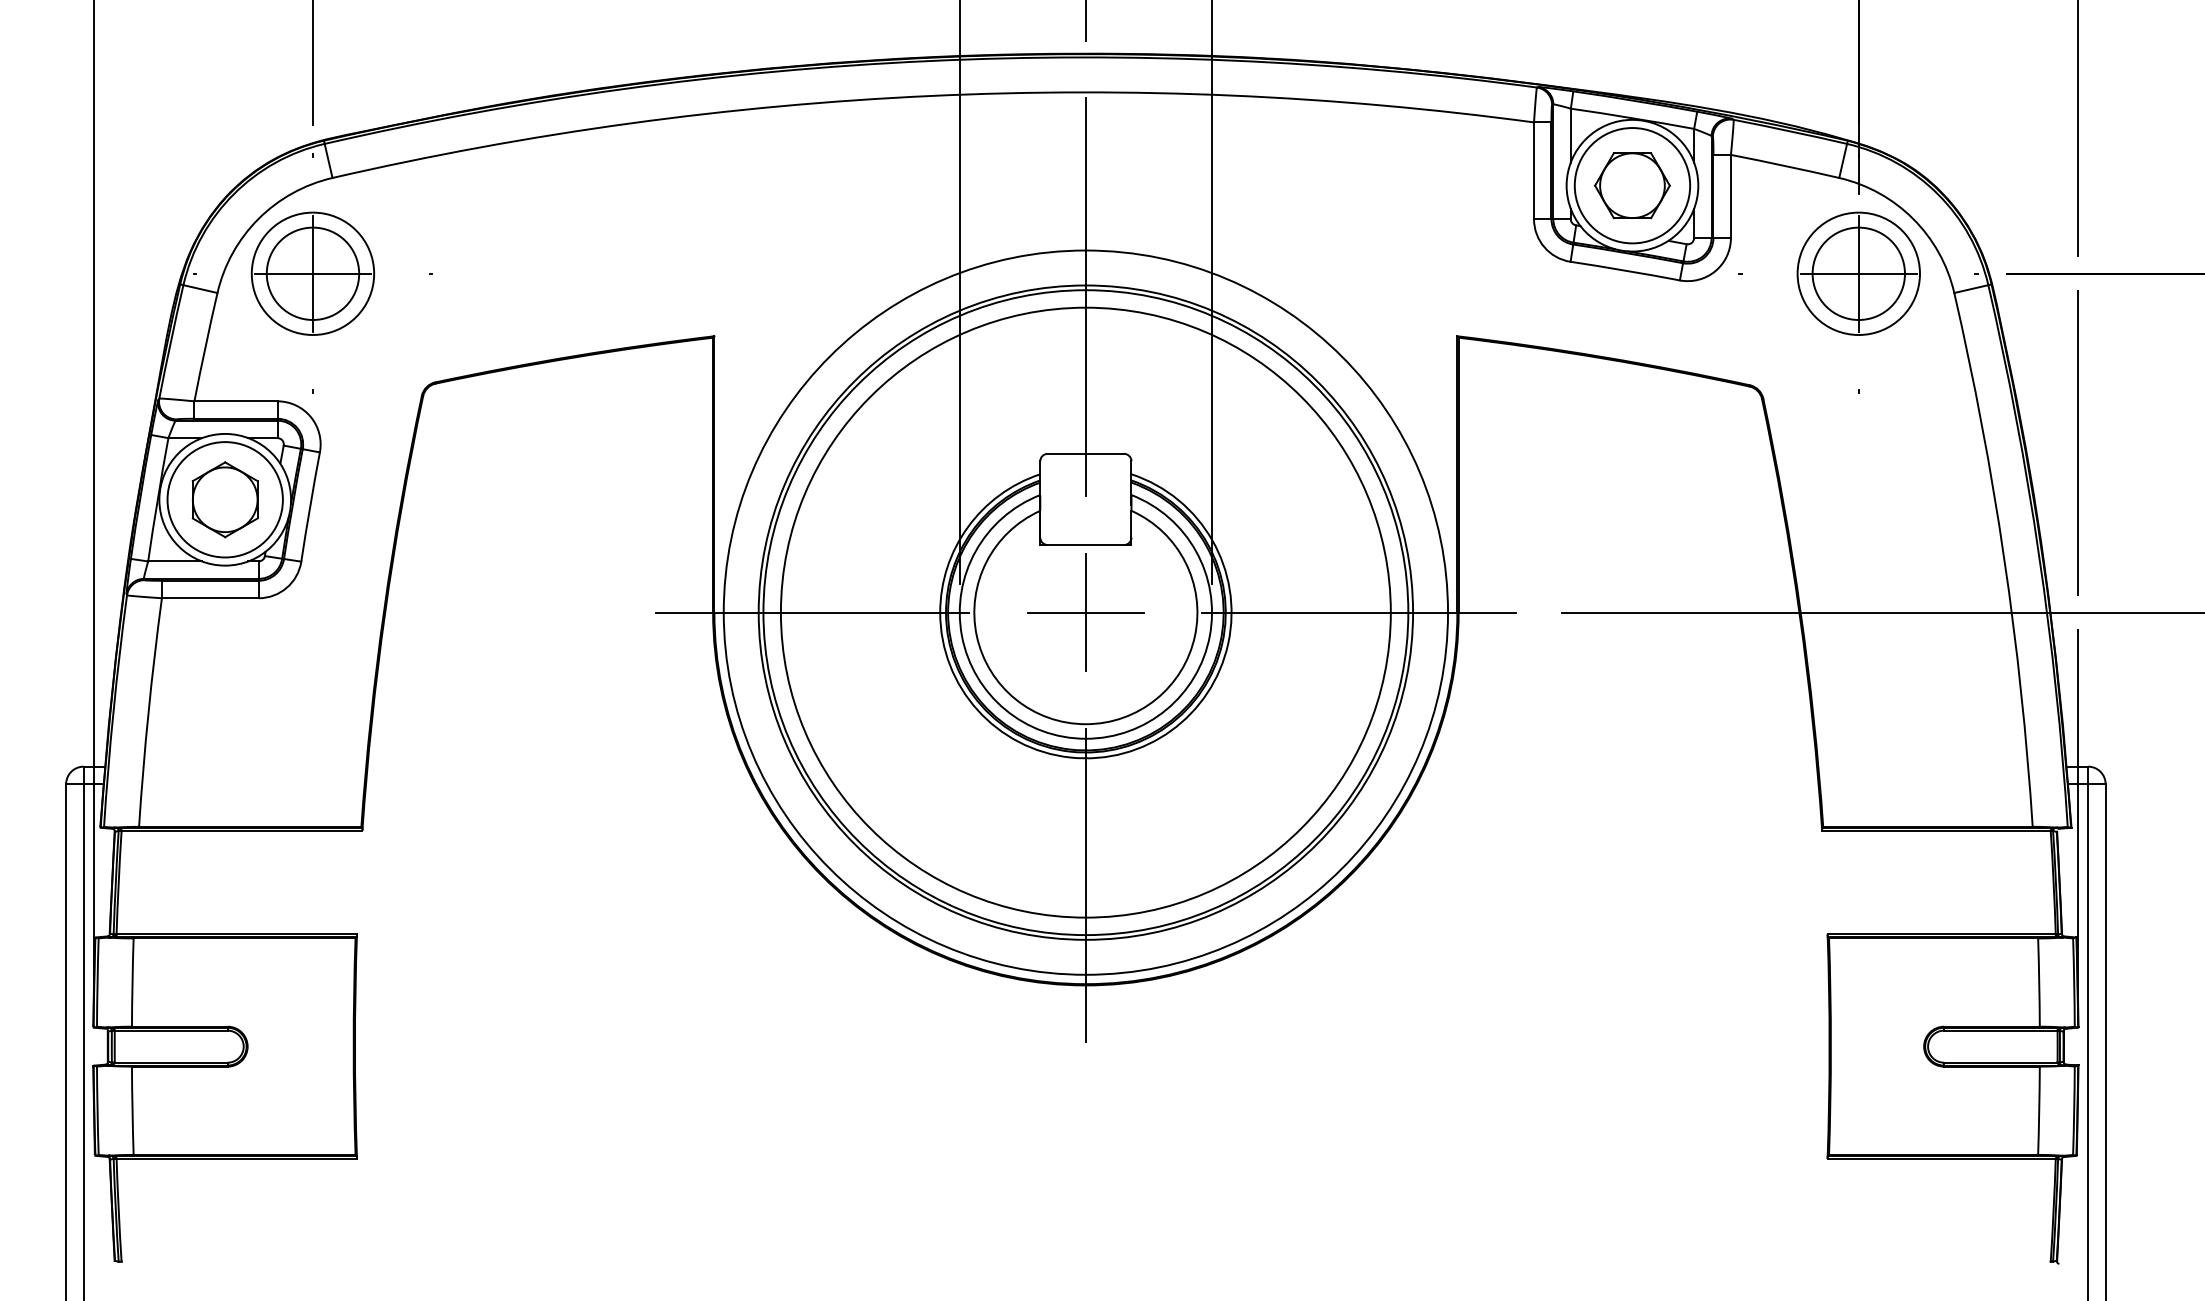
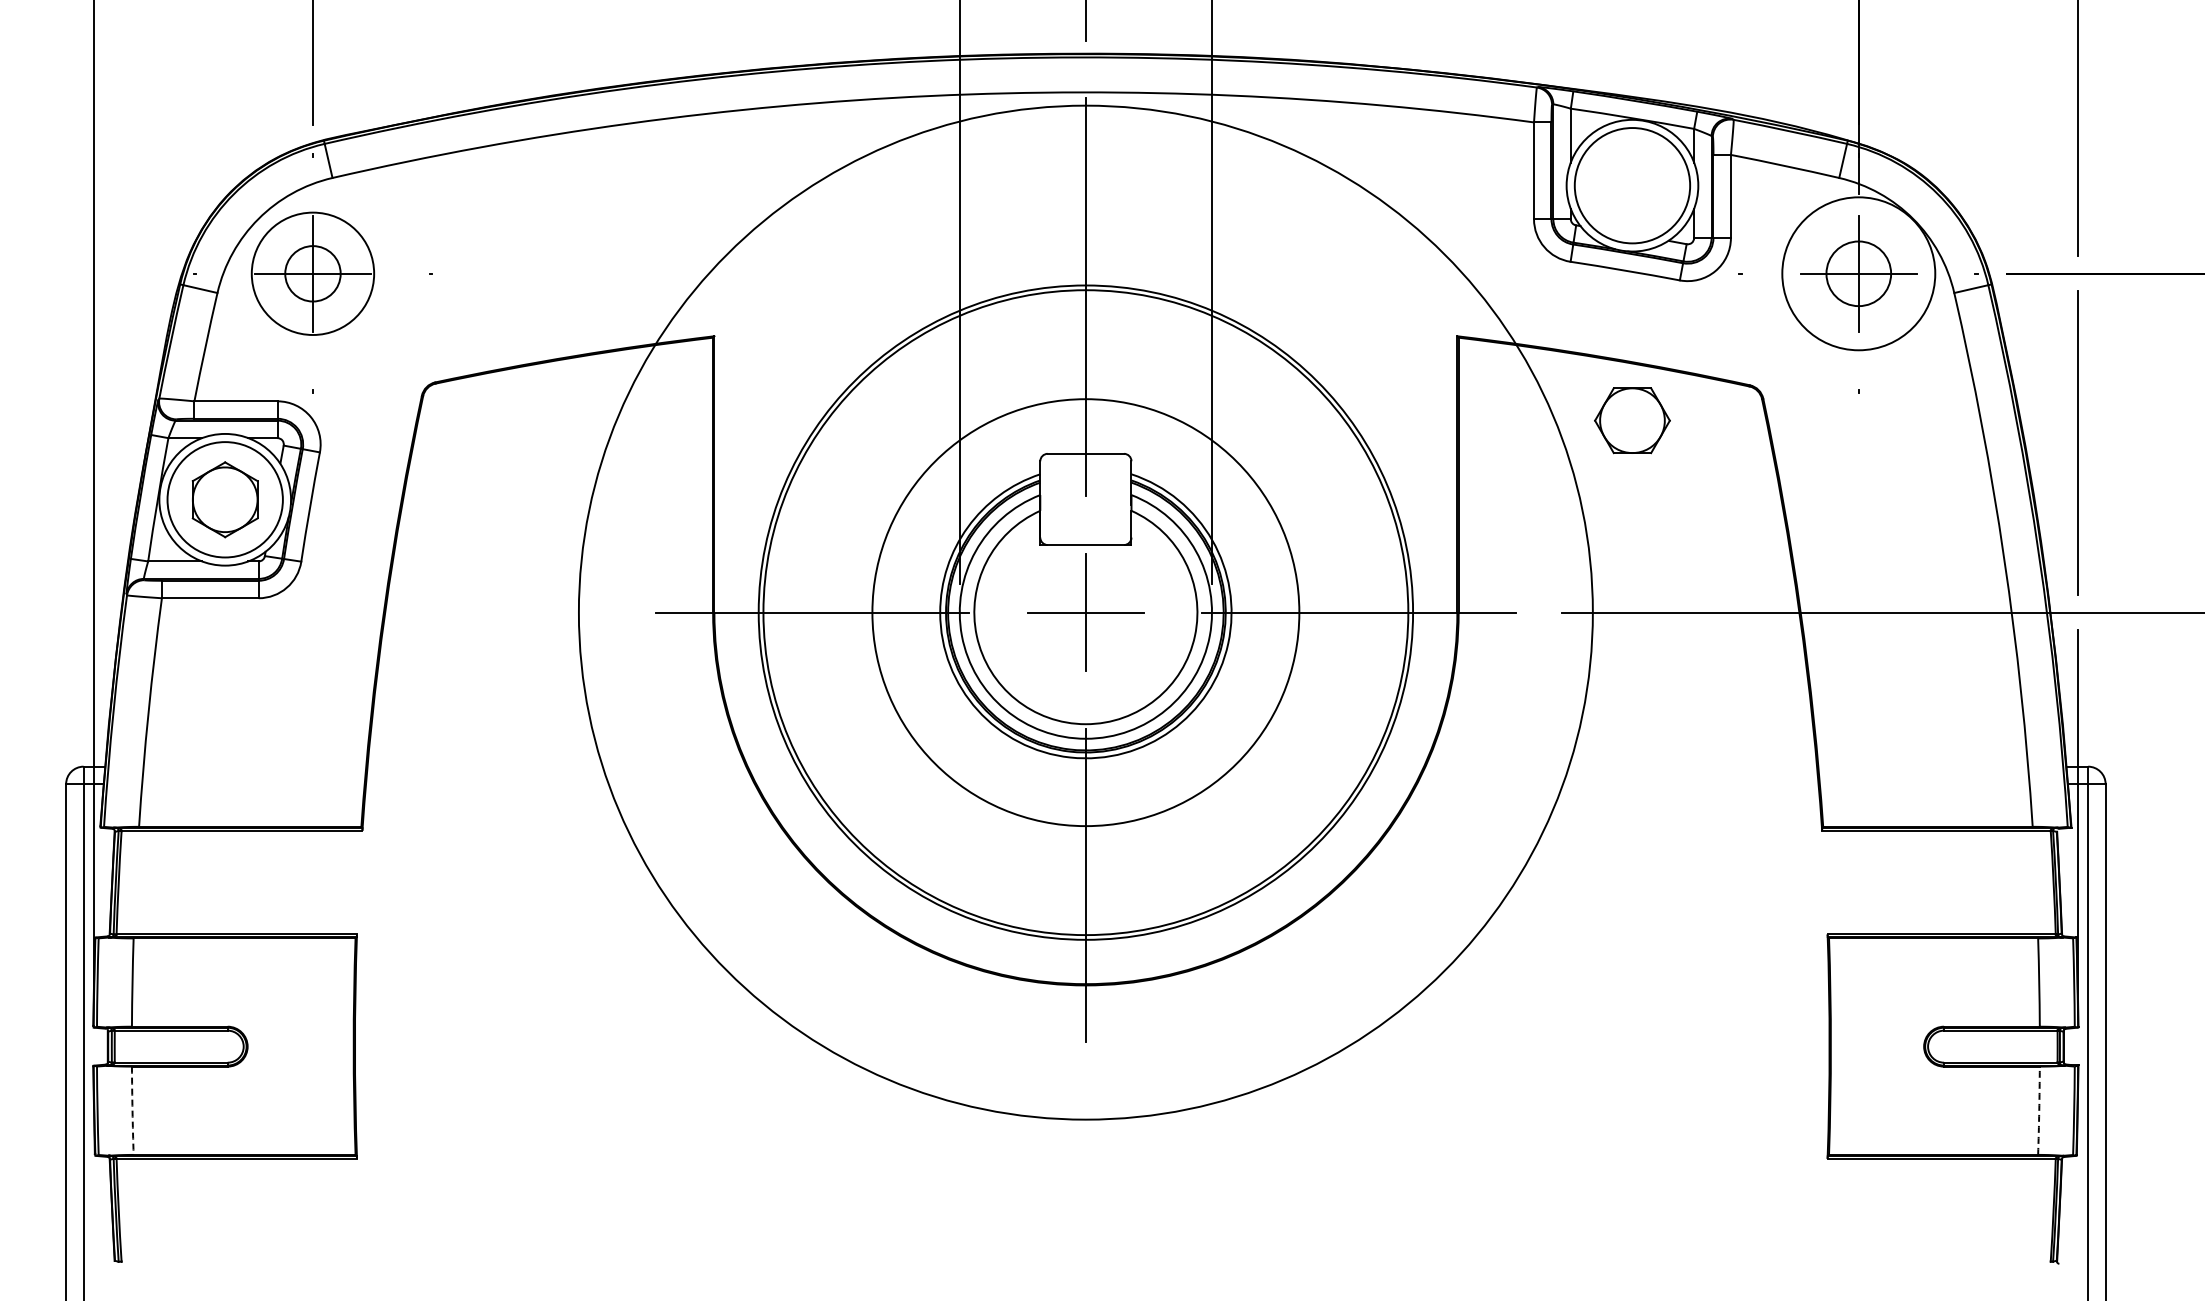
part at (1632, 185) position: (1632, 185) -> (1632, 420)
circle at (312, 273) diameter: 92 px -> 55 px
circle at (1858, 273) diameter: 122 px -> 153 px
circle at (1858, 273) diameter: 92 px -> 65 px
circle at (1085, 612) diameter: 610 px -> 427 px
circle at (1085, 612) diameter: 724 px -> 1014 px
arc at (132, 1110): solid -> dashed
arc at (2039, 1110): solid -> dashed
